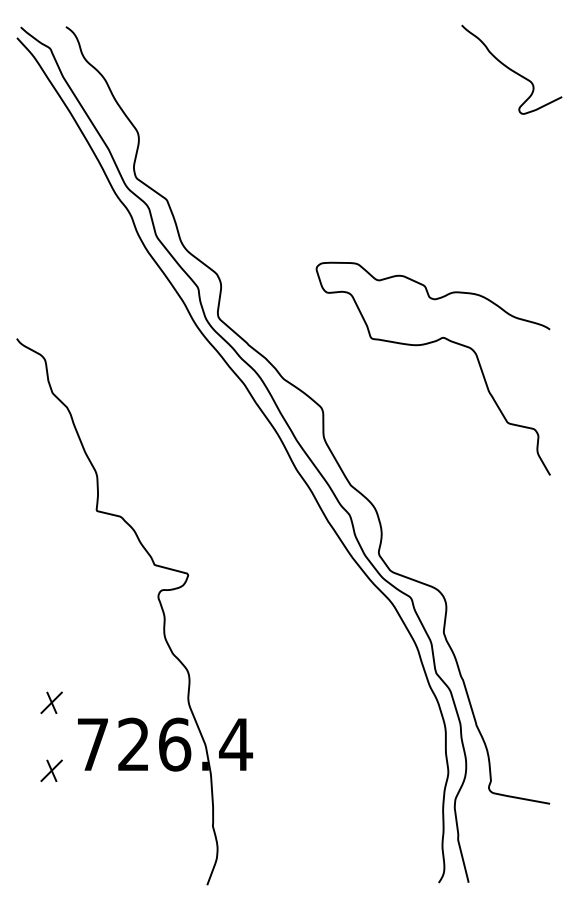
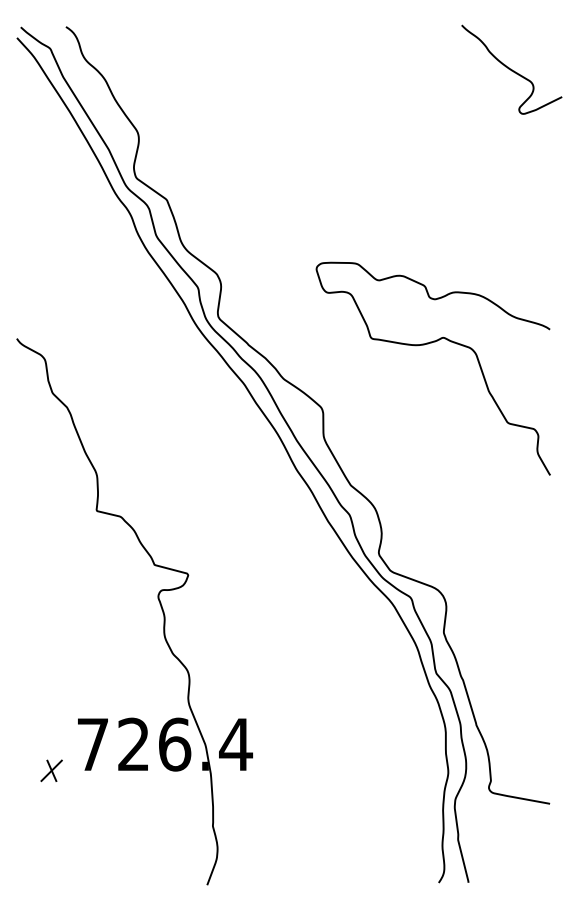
part at (51, 702): present -> none
